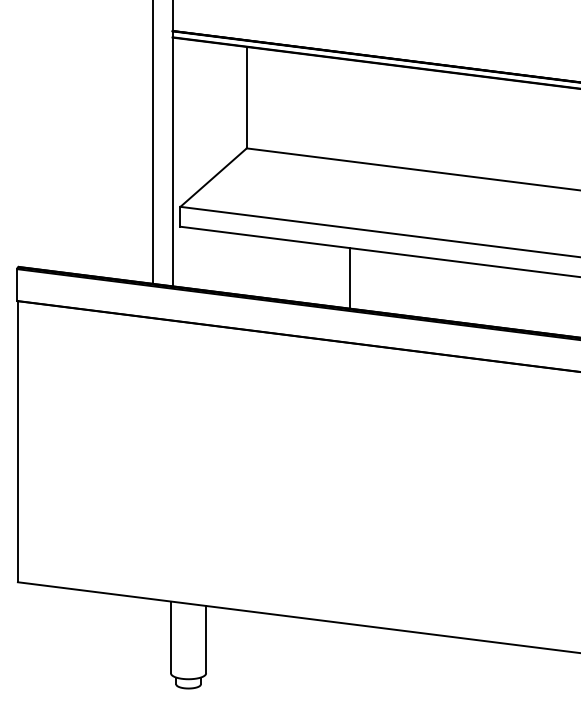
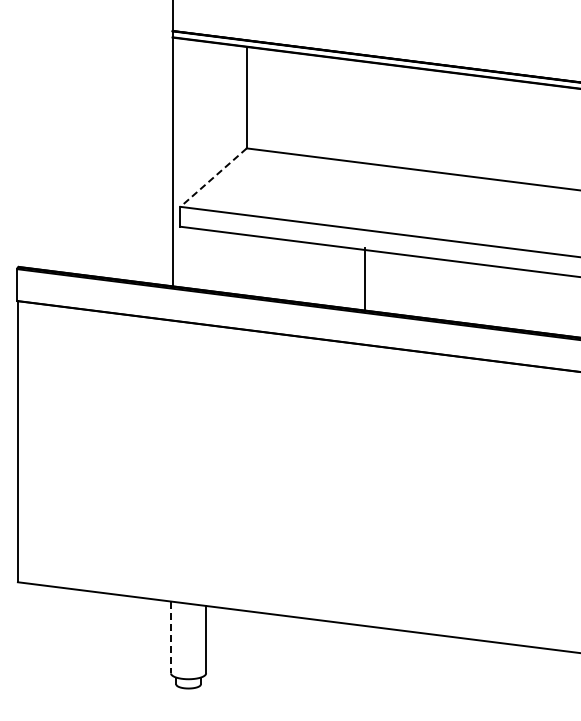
line at (153, 142): present -> none
line at (213, 177): solid -> dashed
line at (349, 278) position: (349, 278) -> (364, 278)
line at (170, 637): solid -> dashed
